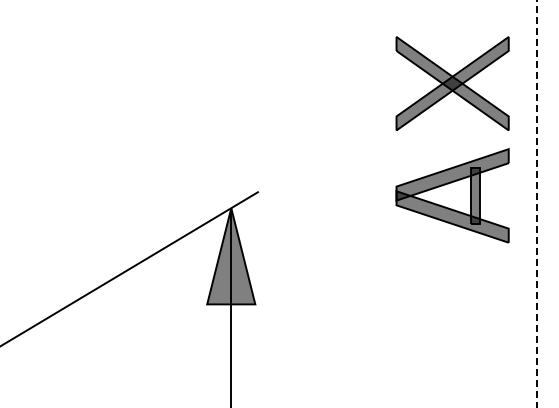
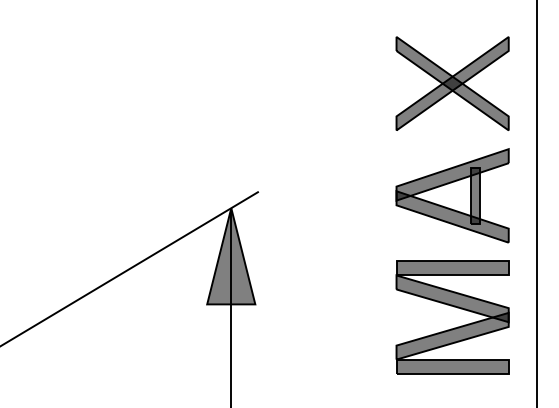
line at (536, 203): dashed -> solid
part at (454, 307): none -> present
